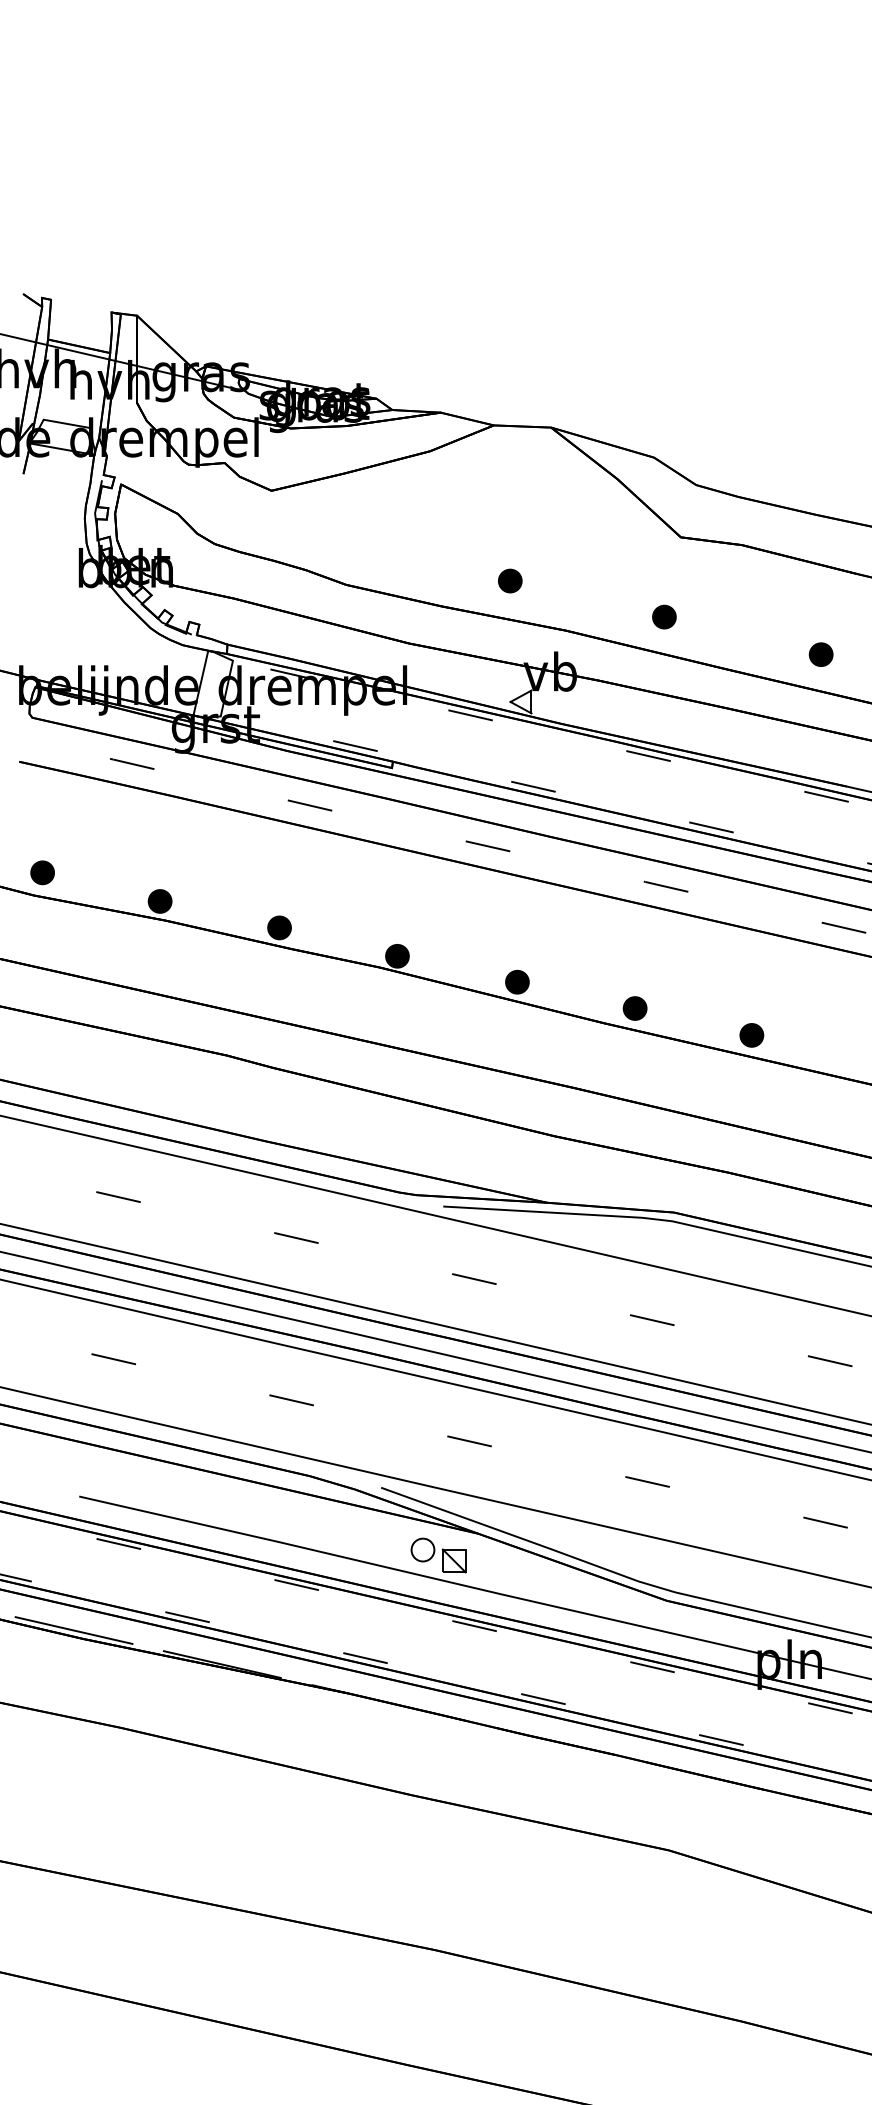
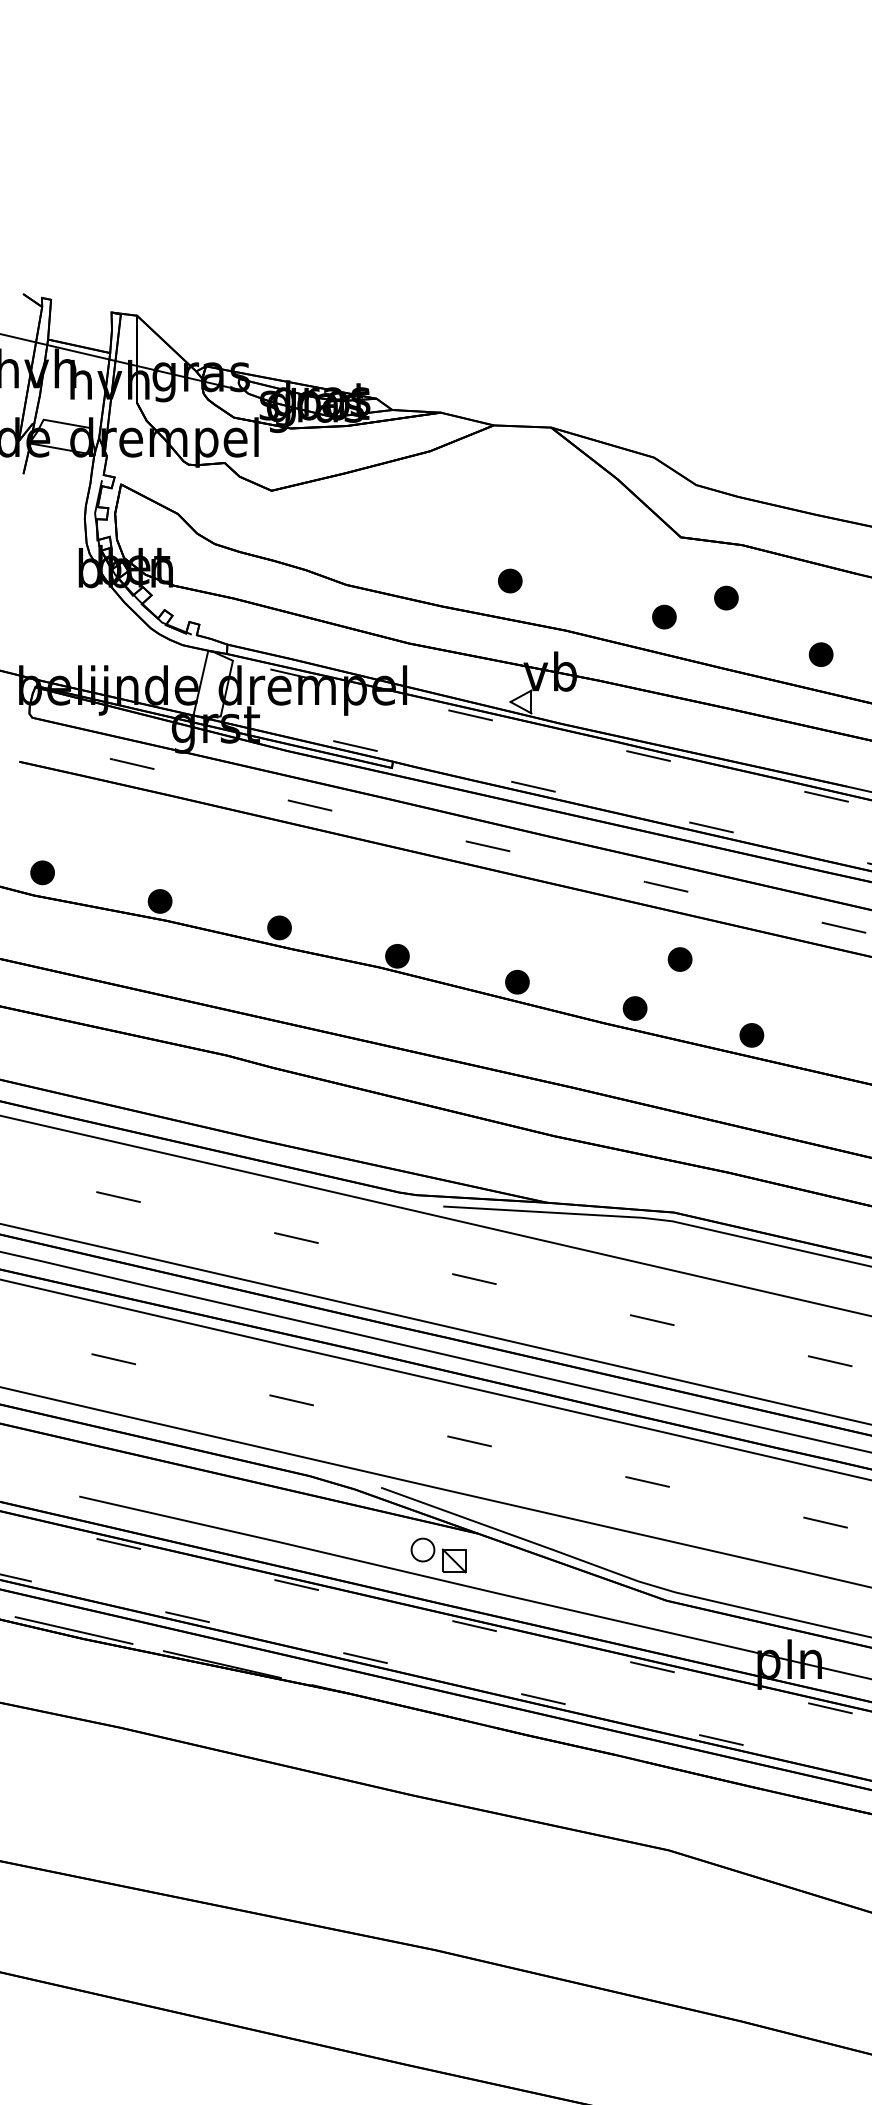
part at (726, 597): none -> present
part at (679, 959): none -> present
